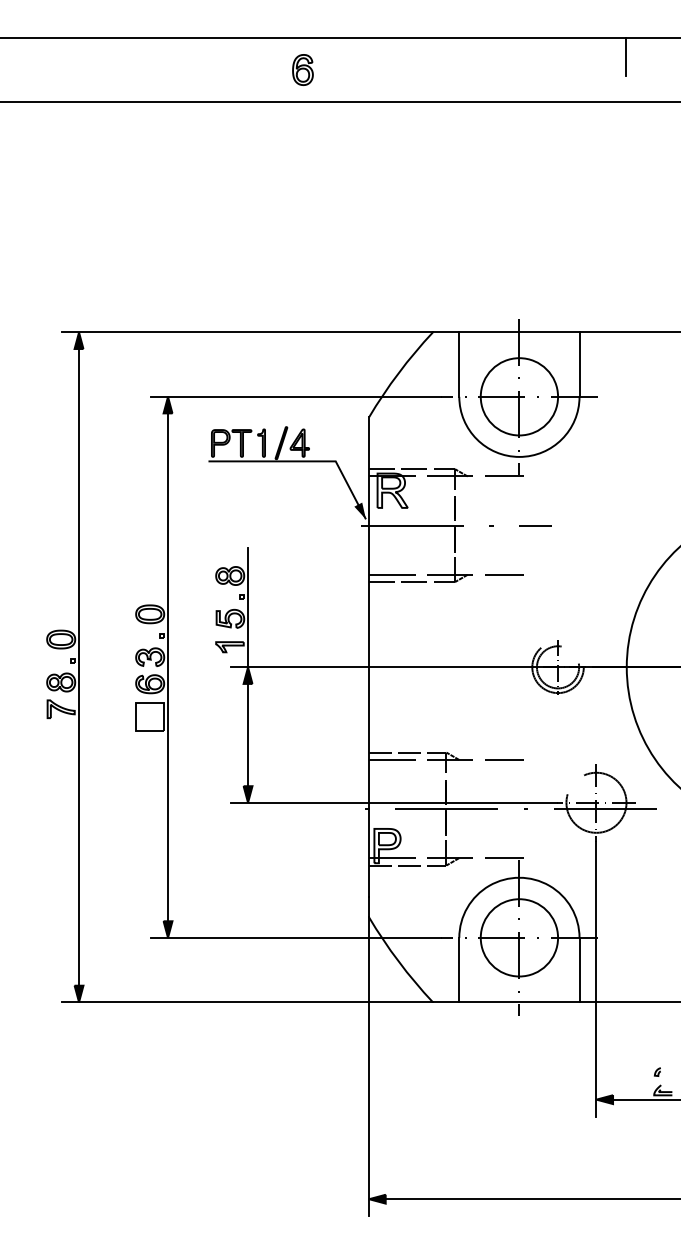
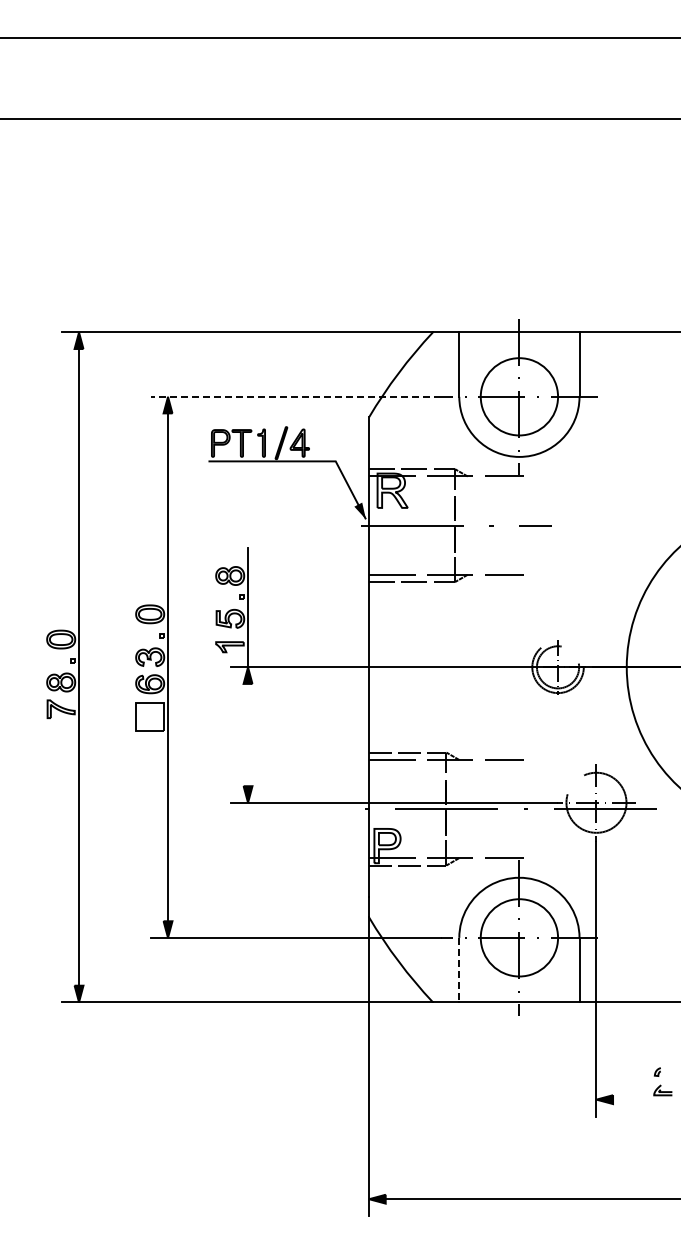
line at (626, 56): present -> none
part at (302, 69): present -> none
line at (339, 102) position: (339, 102) -> (339, 119)
line at (295, 396): solid -> dashed
line at (248, 734): present -> none
line at (459, 970): solid -> dashed
line at (645, 1099): present -> none
